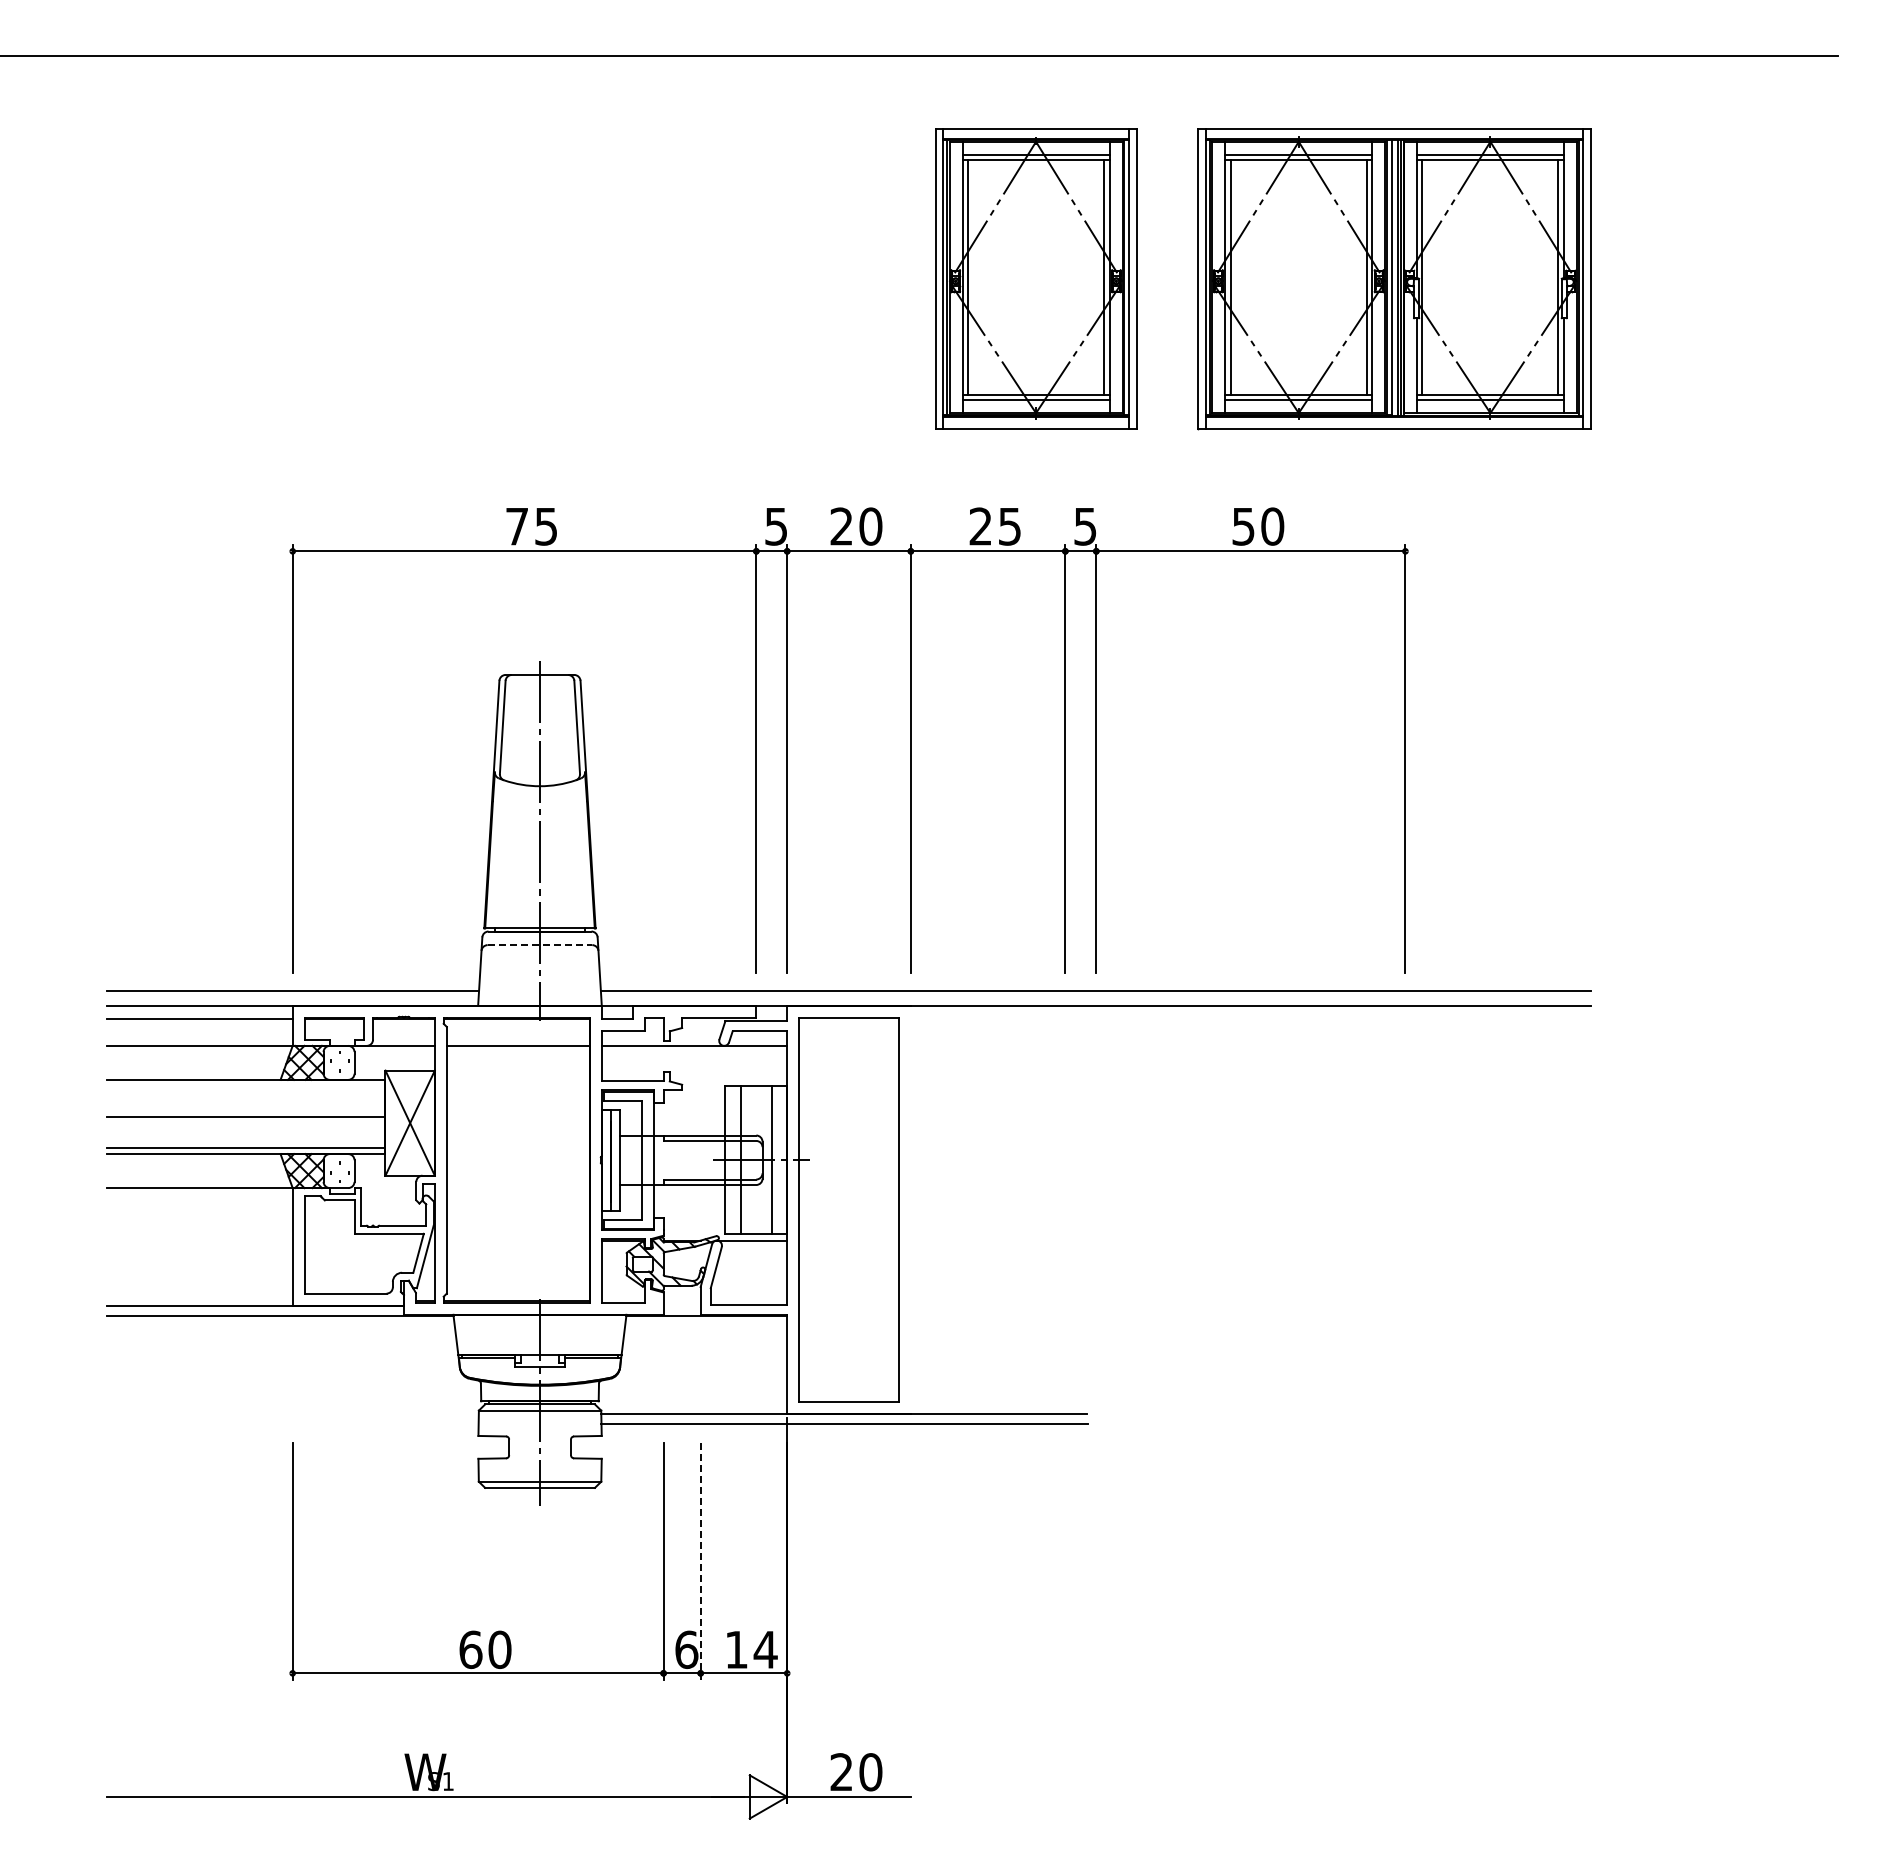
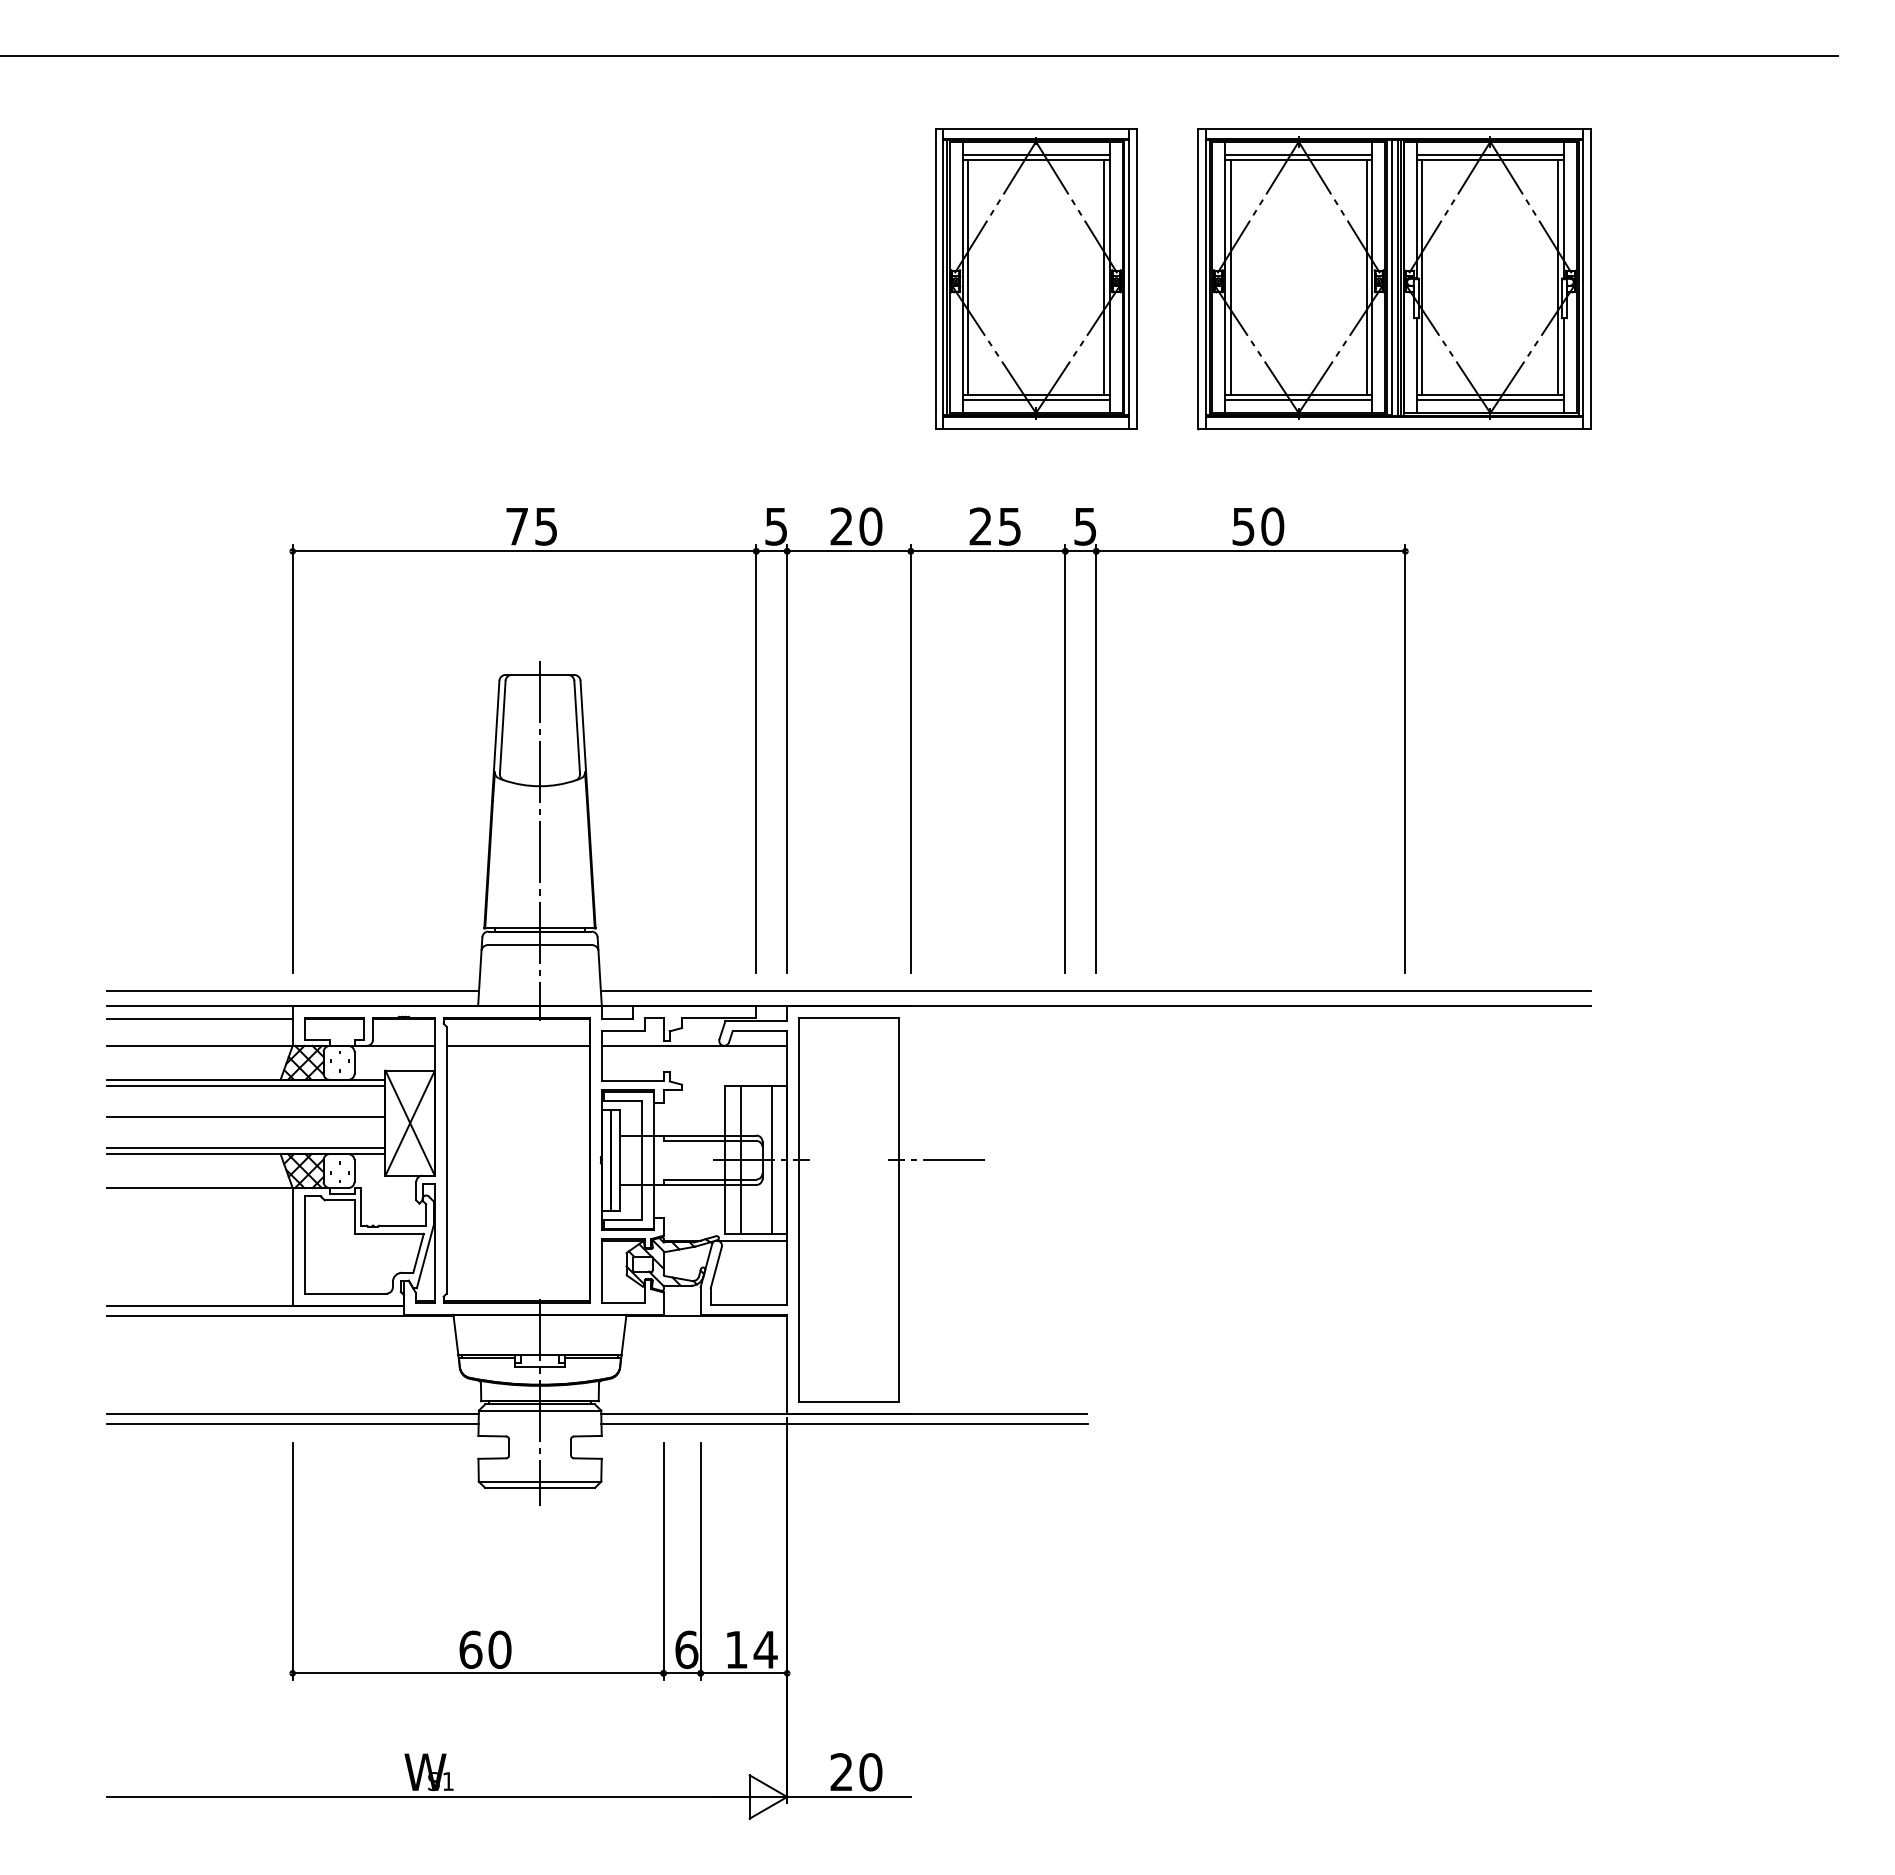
line at (540, 945): dashed -> solid
line at (246, 1086): none -> present
line at (936, 1160): none -> present
line at (292, 1414): none -> present
line at (292, 1424): none -> present
line at (700, 1561): dashed -> solid
